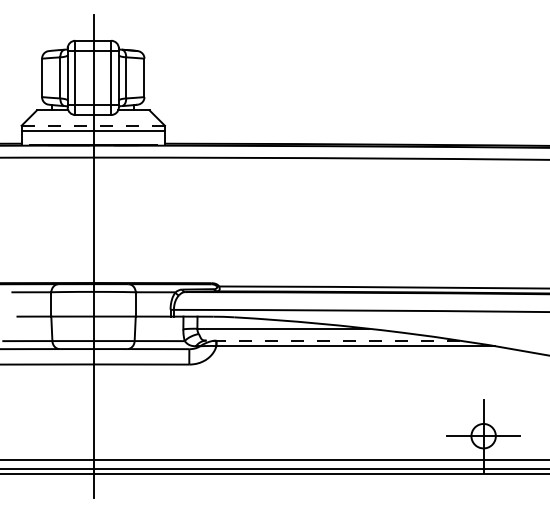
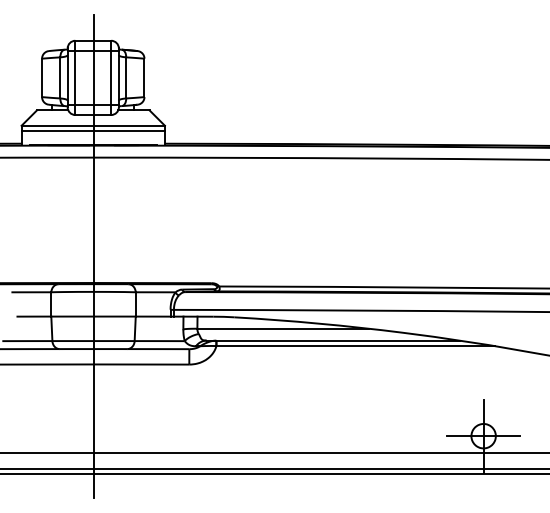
line at (93, 125): dashed -> solid
line at (333, 340): dashed -> solid
line at (274, 460) position: (274, 460) -> (274, 453)
